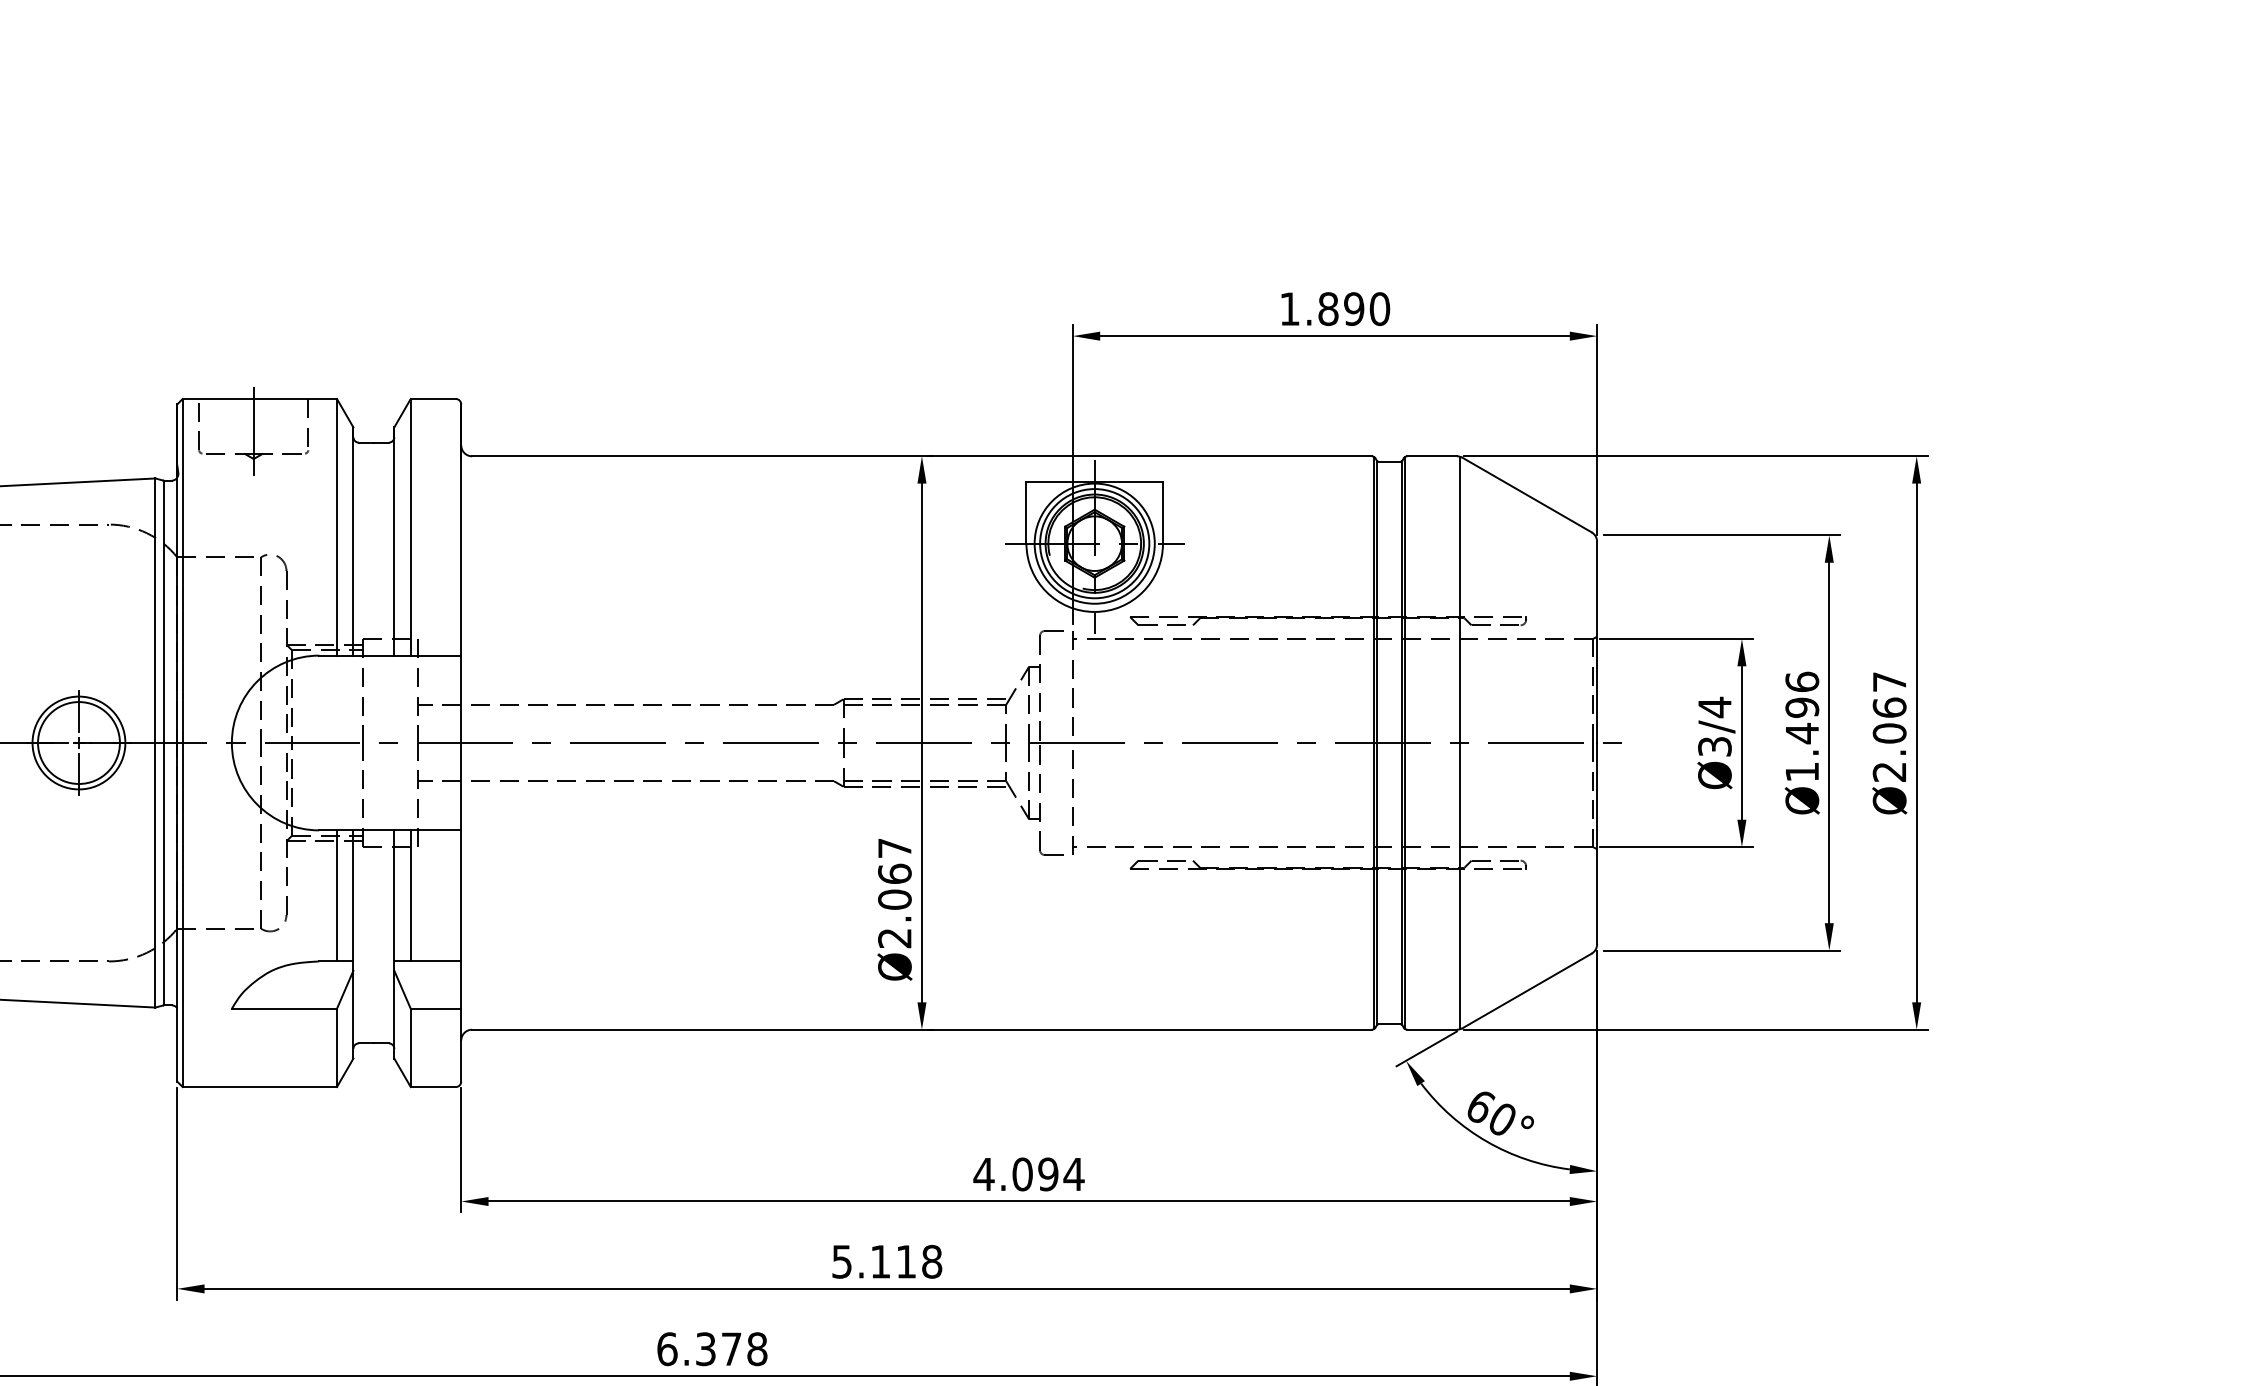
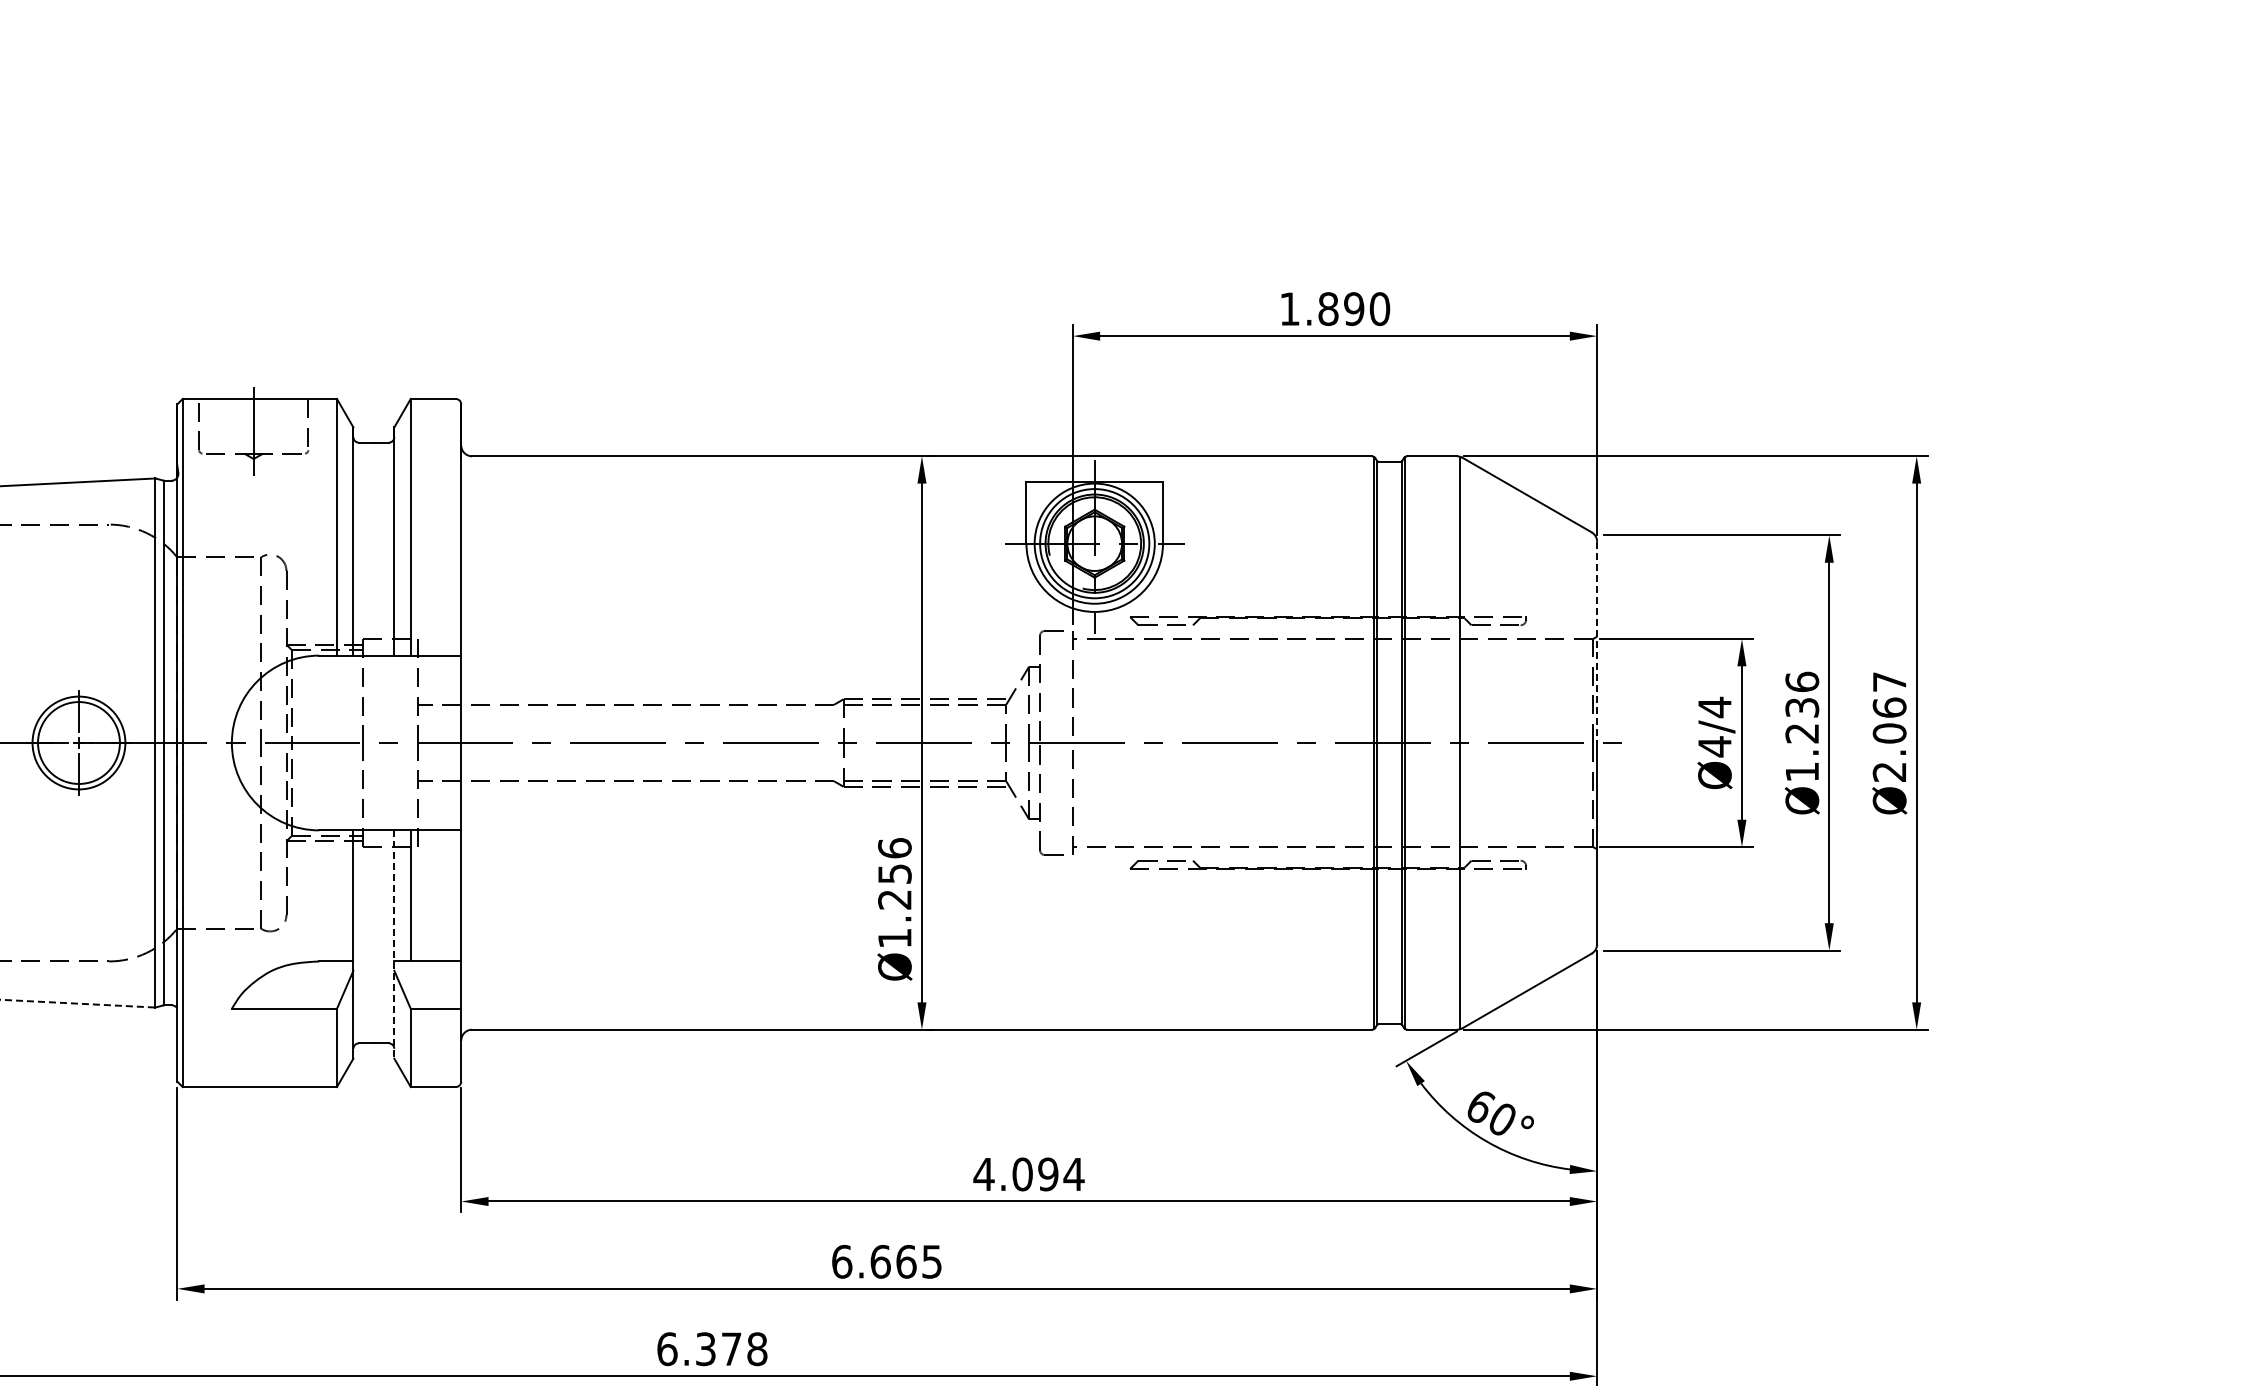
line at (1597, 642): solid -> dashed
text at (1802, 720): Ø1.496 -> Ø1.236
text at (1714, 746): Ø3/4 -> Ø4/4
text at (894, 893): Ø2.067 -> Ø1.256
line at (336, 895): present -> none
line at (394, 945): solid -> dashed
line at (78, 1003): solid -> dashed
text at (887, 1261): 5.118 -> 6.665
